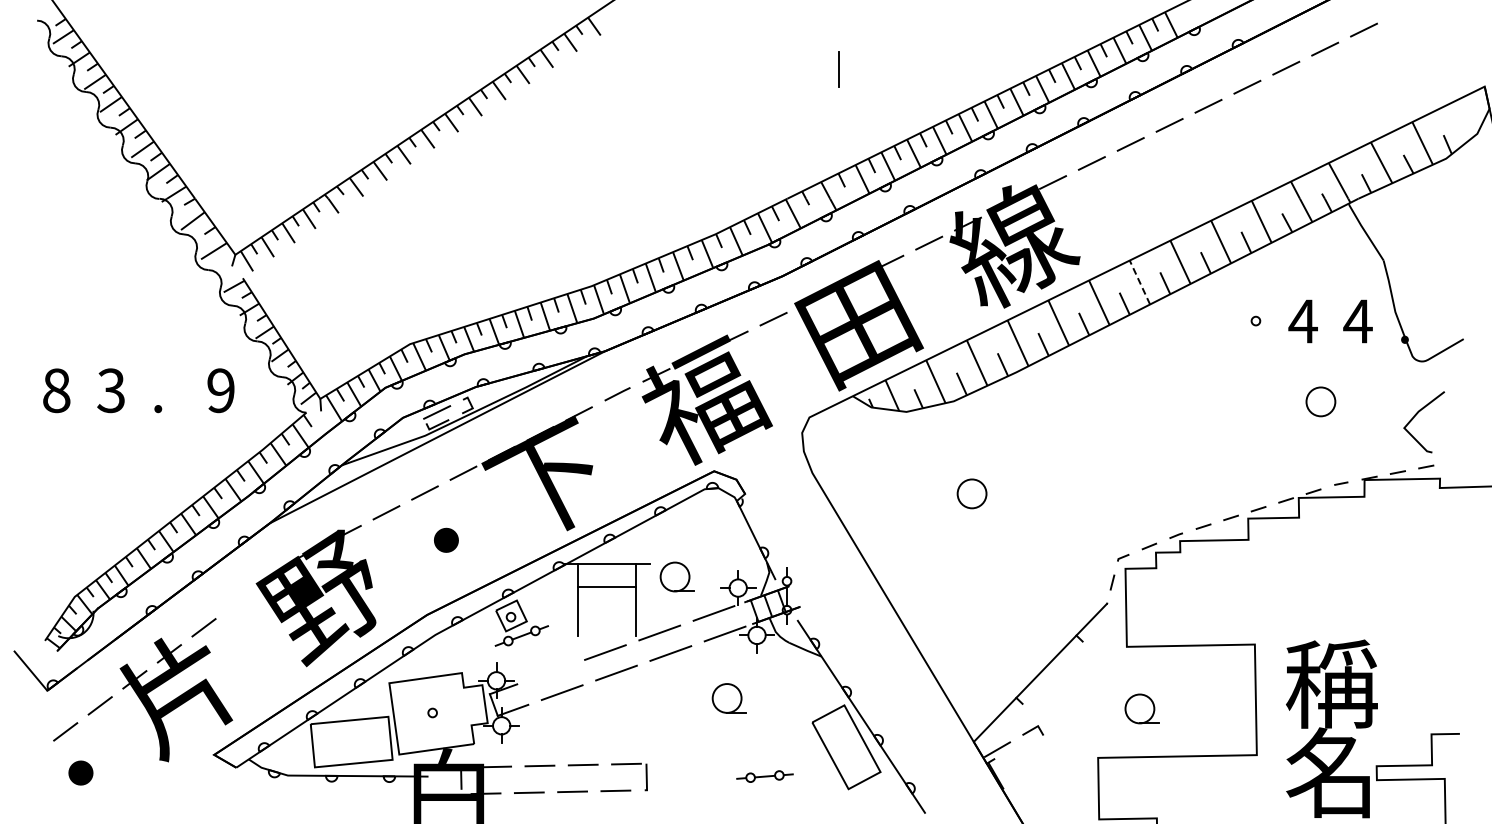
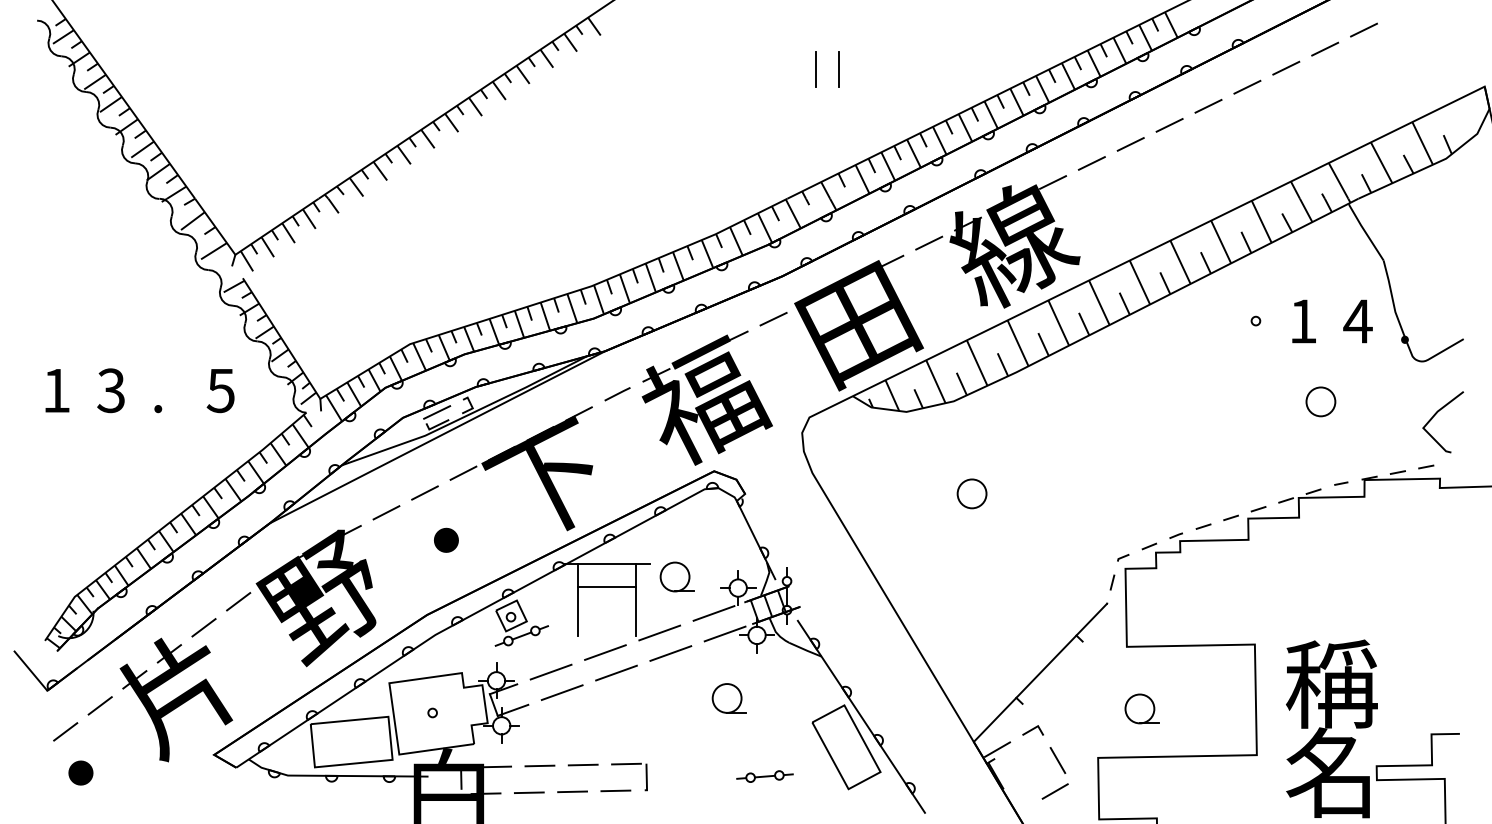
line at (815, 69): none -> present
line at (1139, 282): dashed -> solid
text at (1302, 321): 4 -> 1
text at (56, 390): 8 -> 1
text at (220, 390): 9 -> 5
line at (1416, 415) position: (1416, 415) -> (1435, 415)
line at (238, 601): none -> present
line at (550, 671): none -> present
line at (1057, 760): none -> present
line at (1054, 791): none -> present
